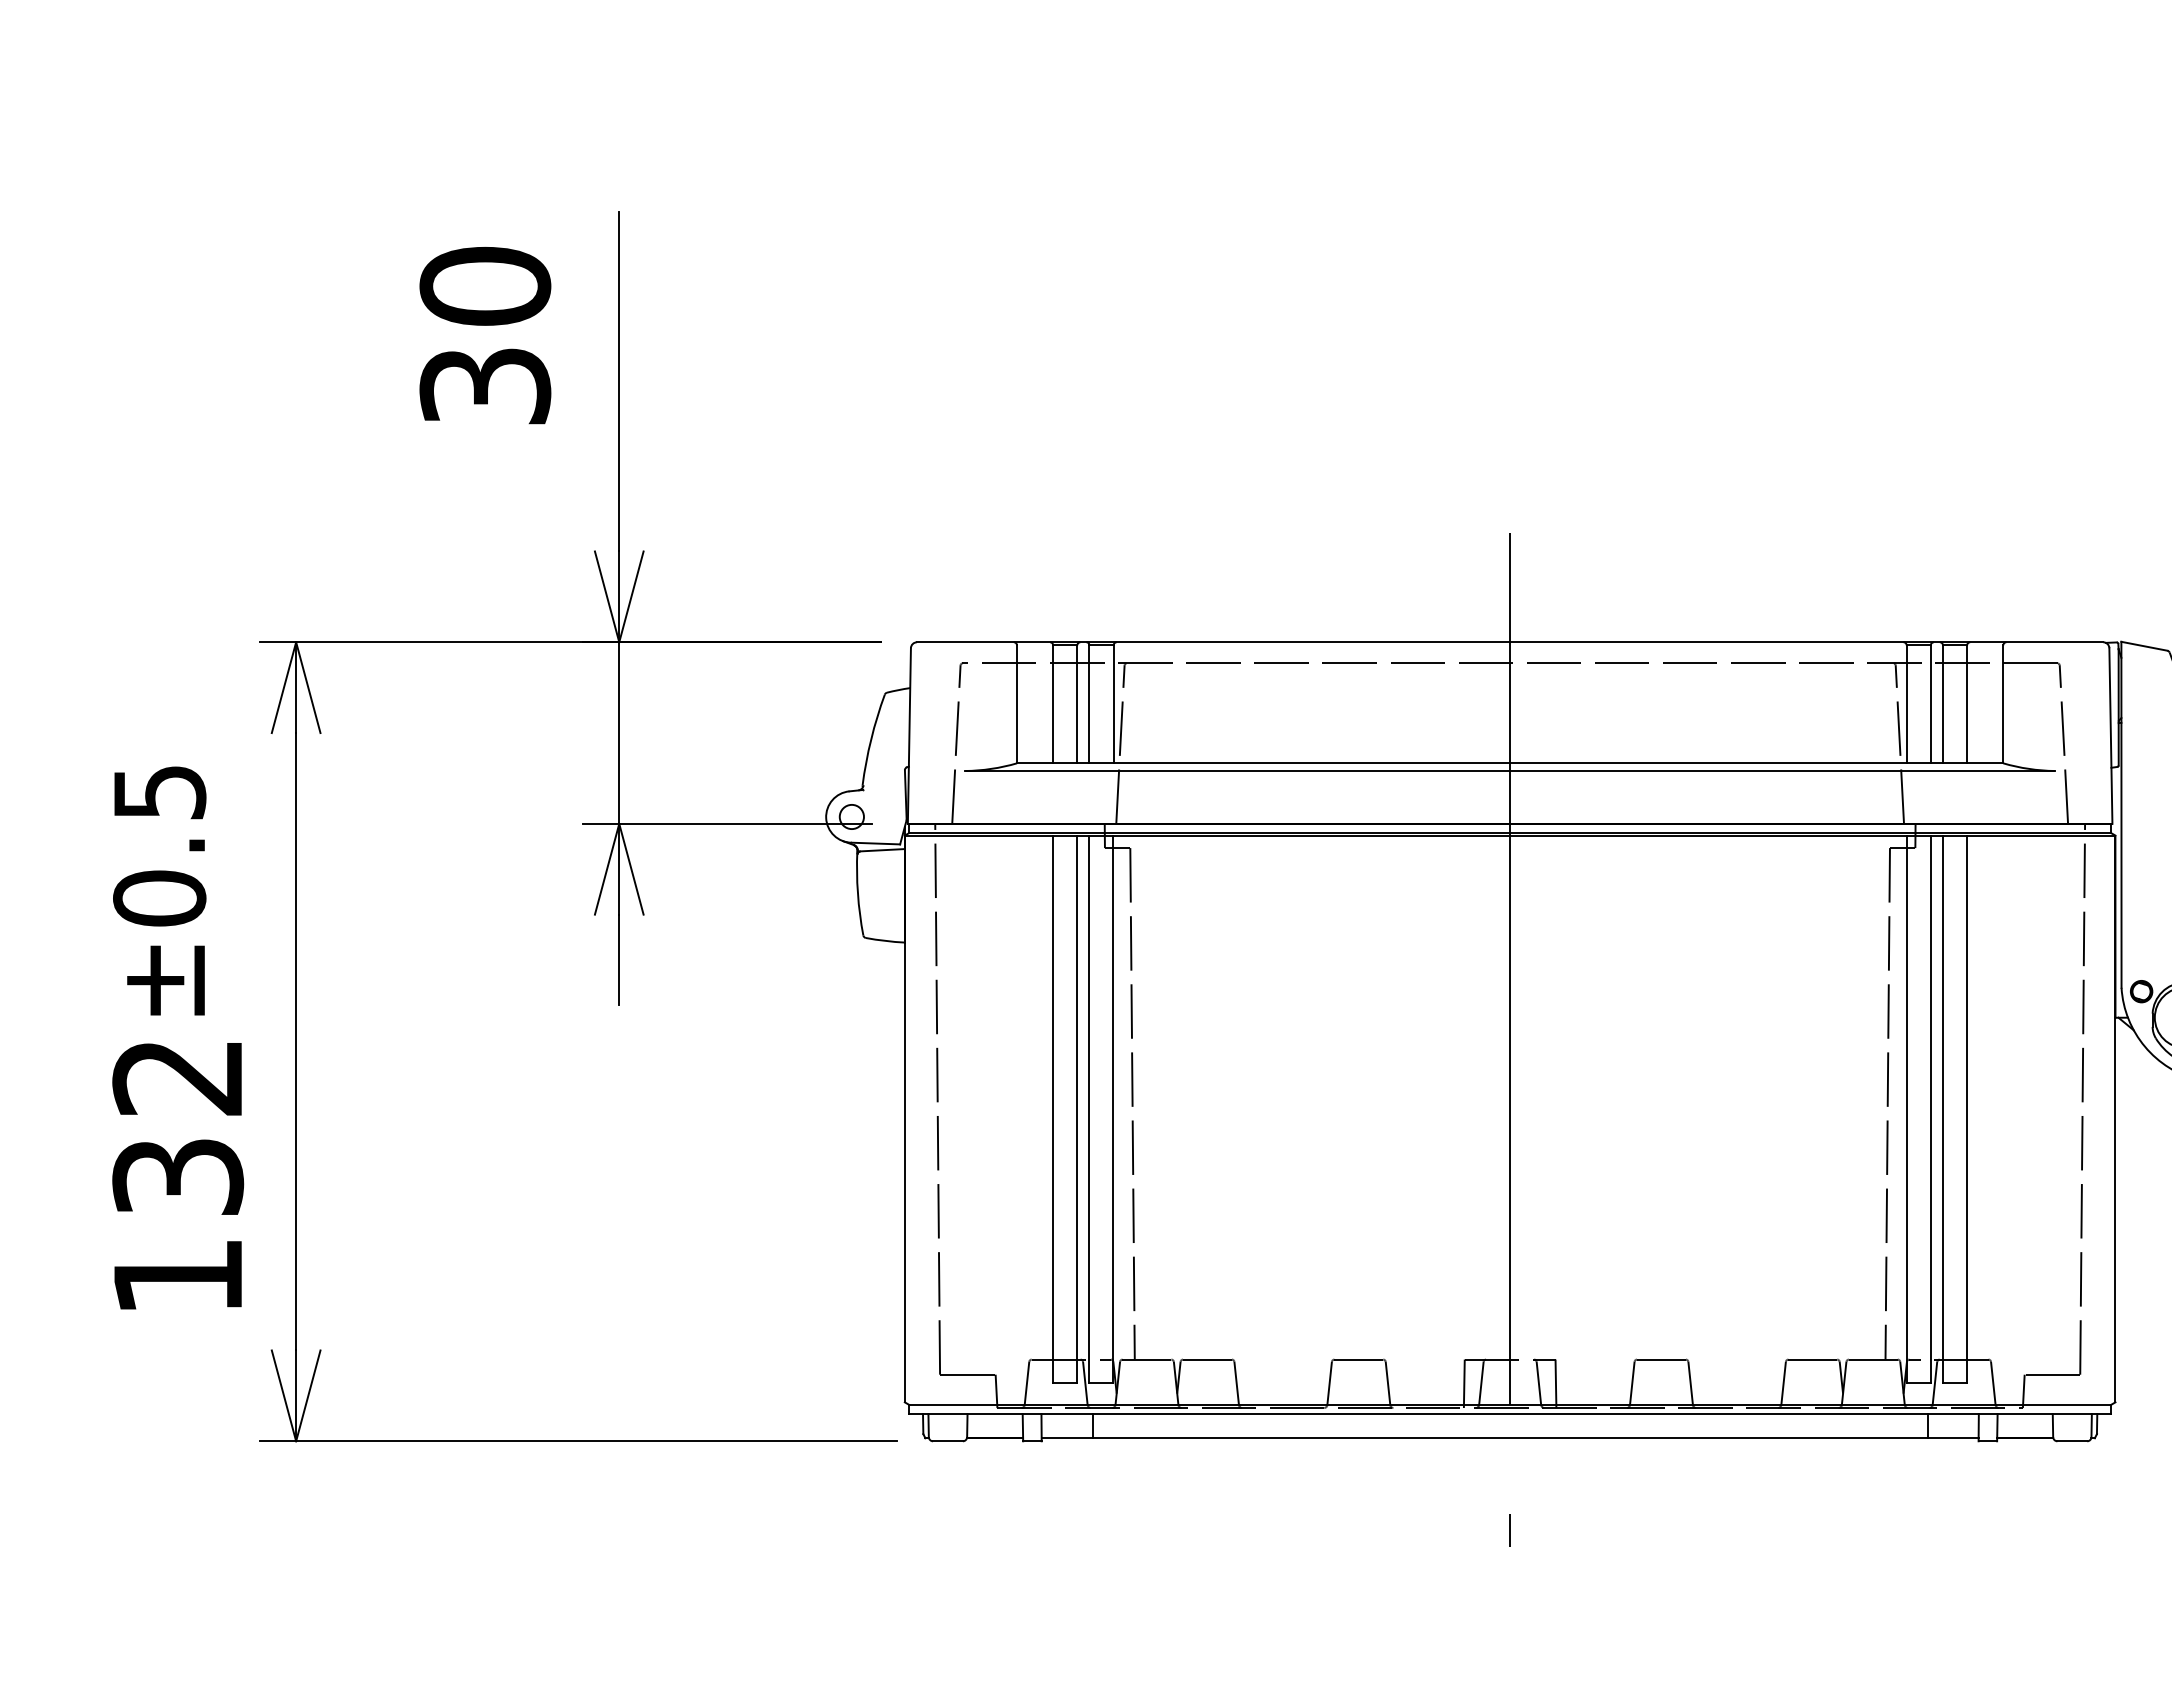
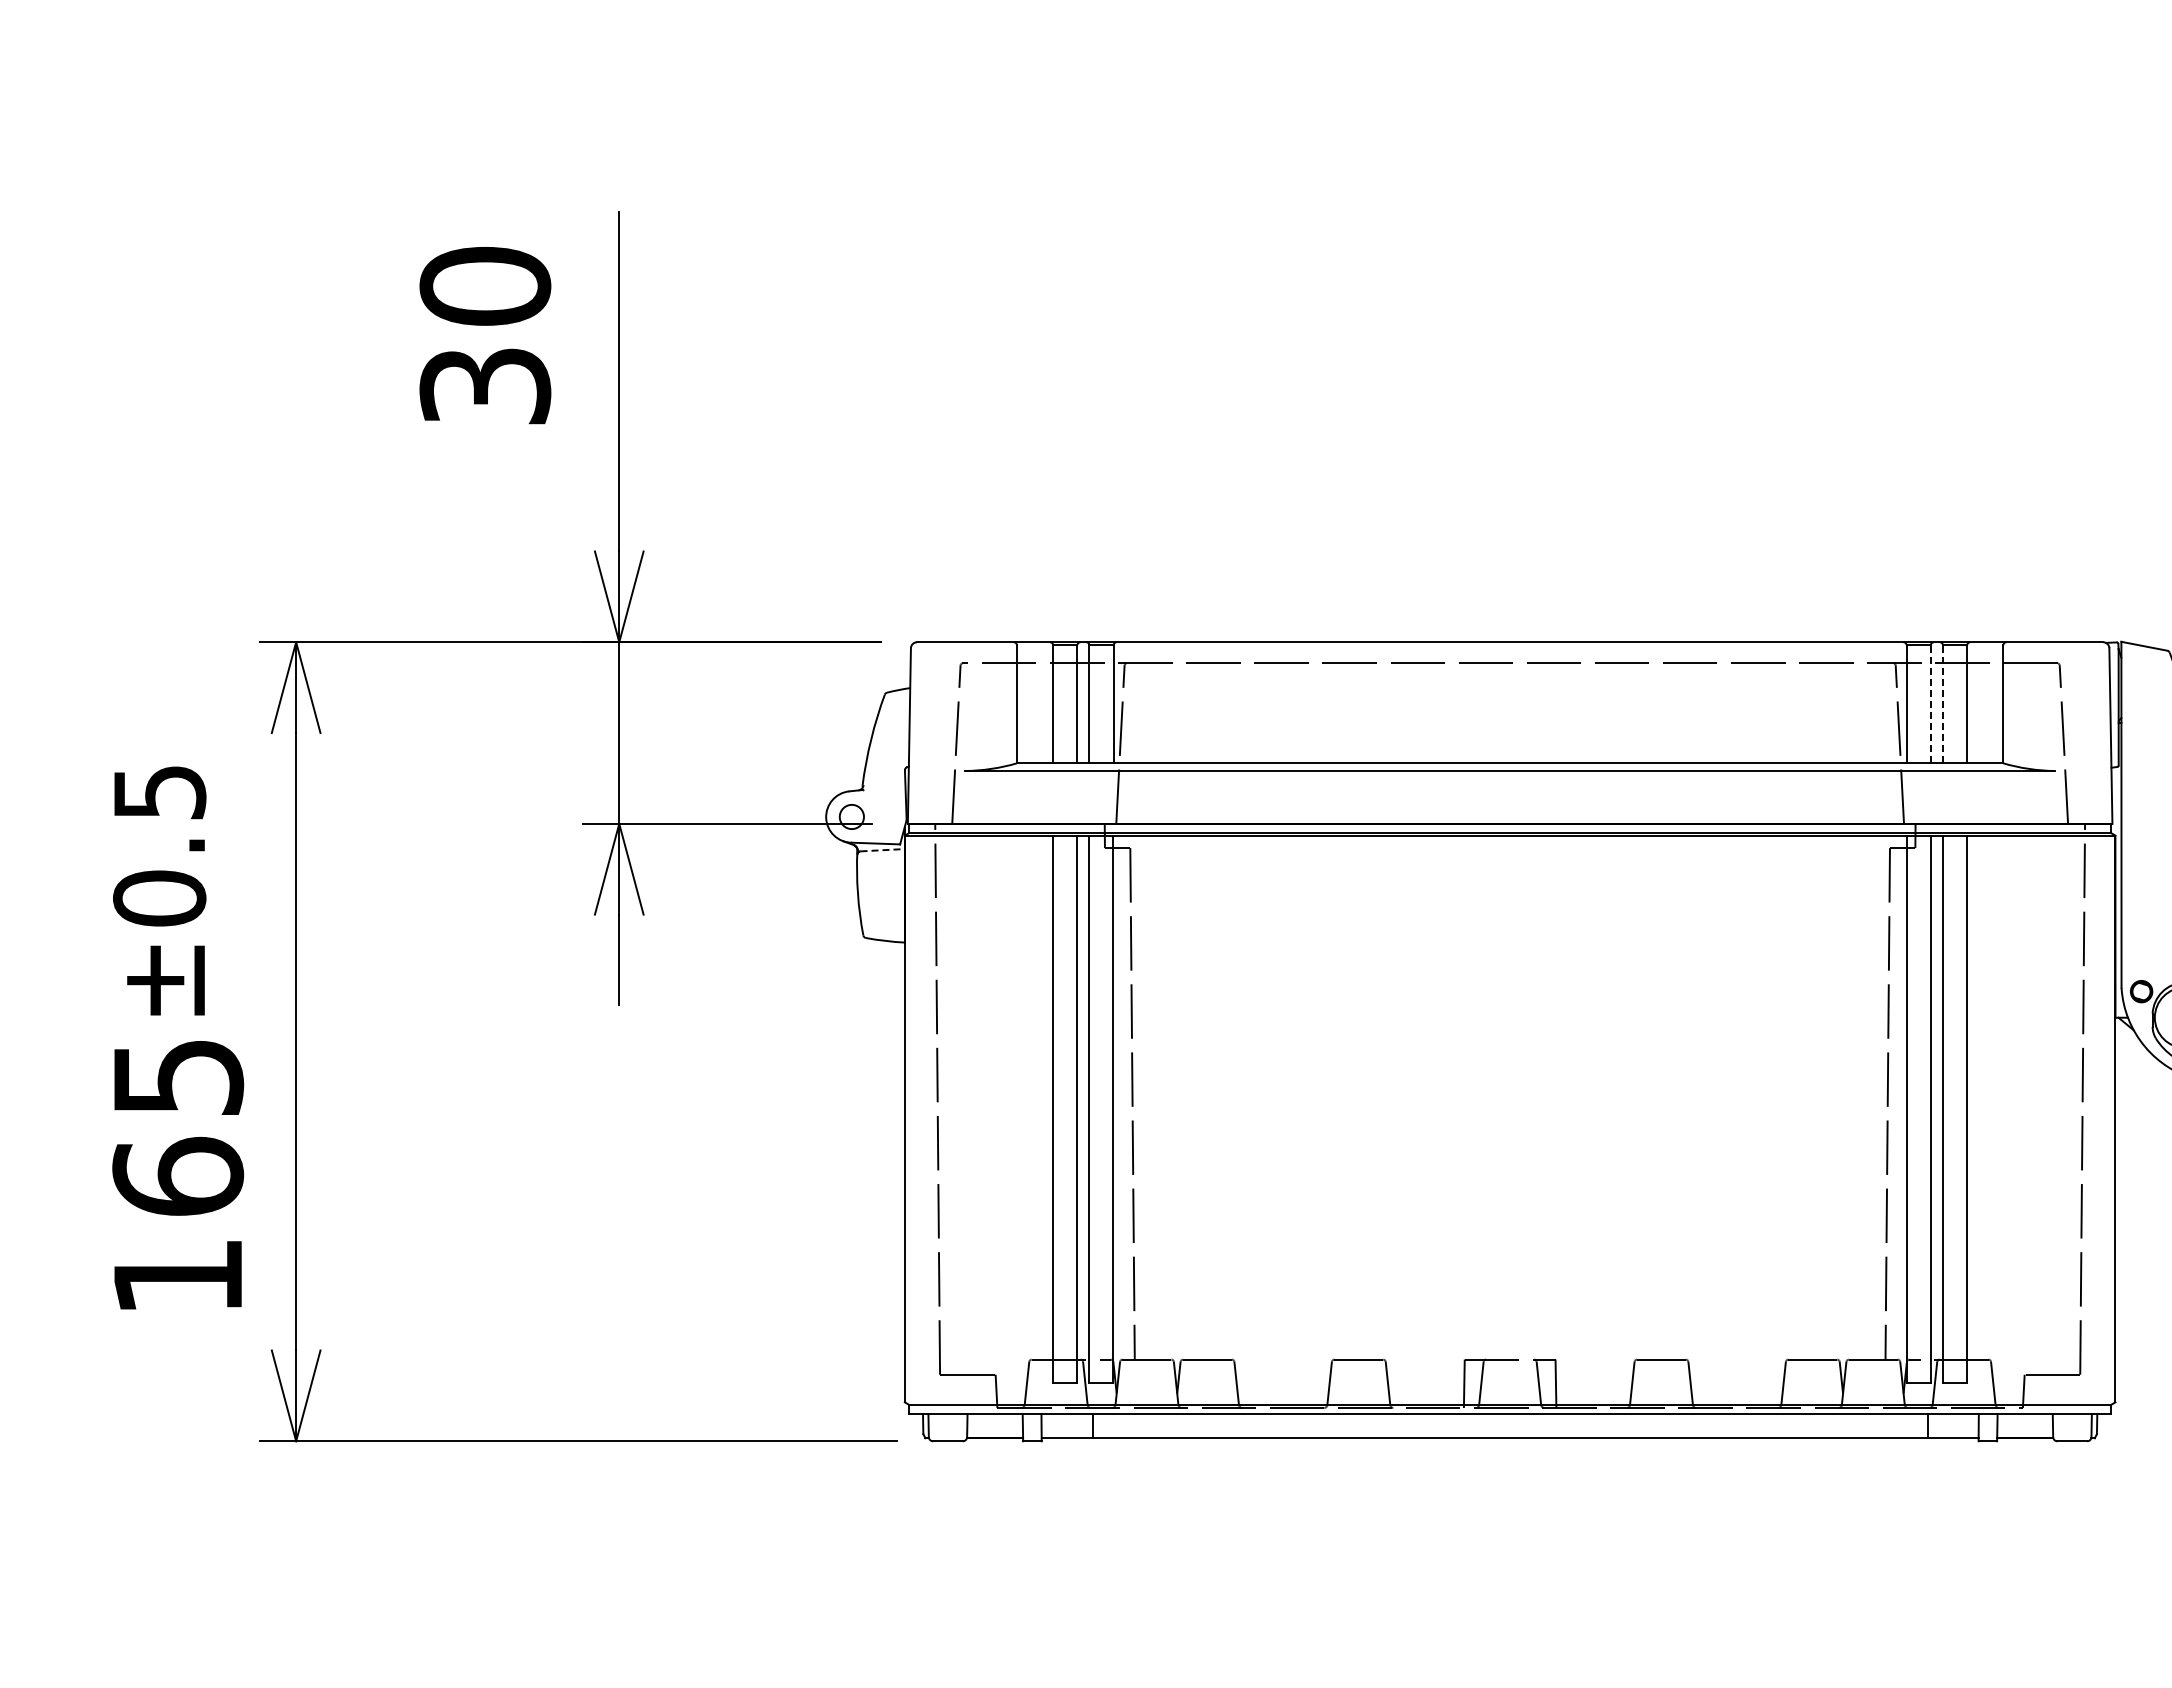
line at (1930, 703): solid -> dashed
line at (1942, 703): solid -> dashed
line at (883, 850): solid -> dashed
line at (1510, 1040): present -> none
text at (178, 1128): 132 -> 165
